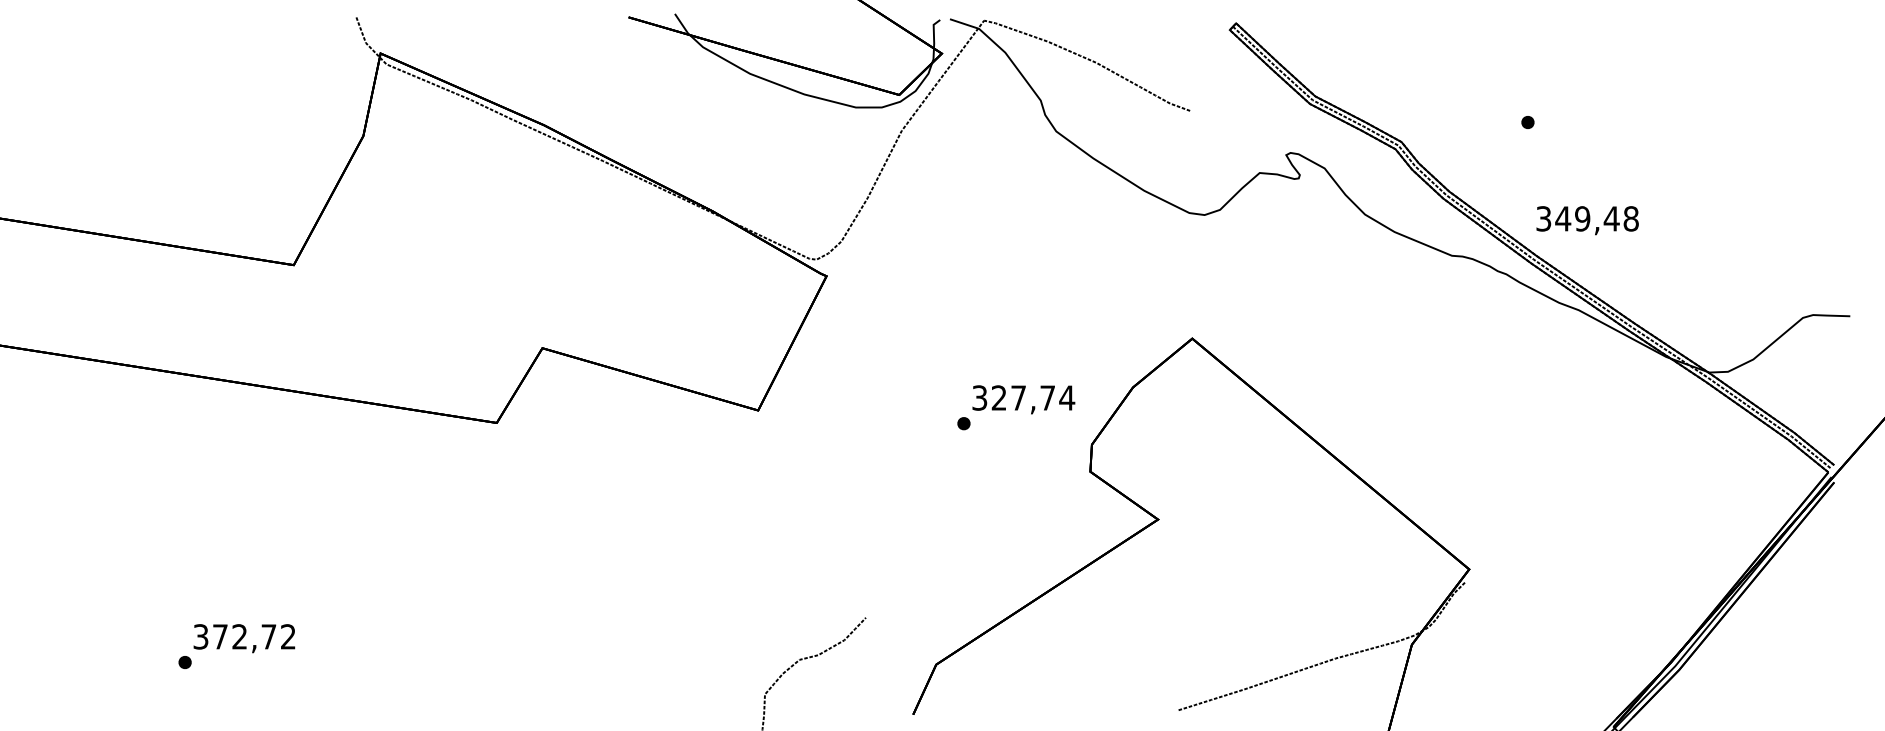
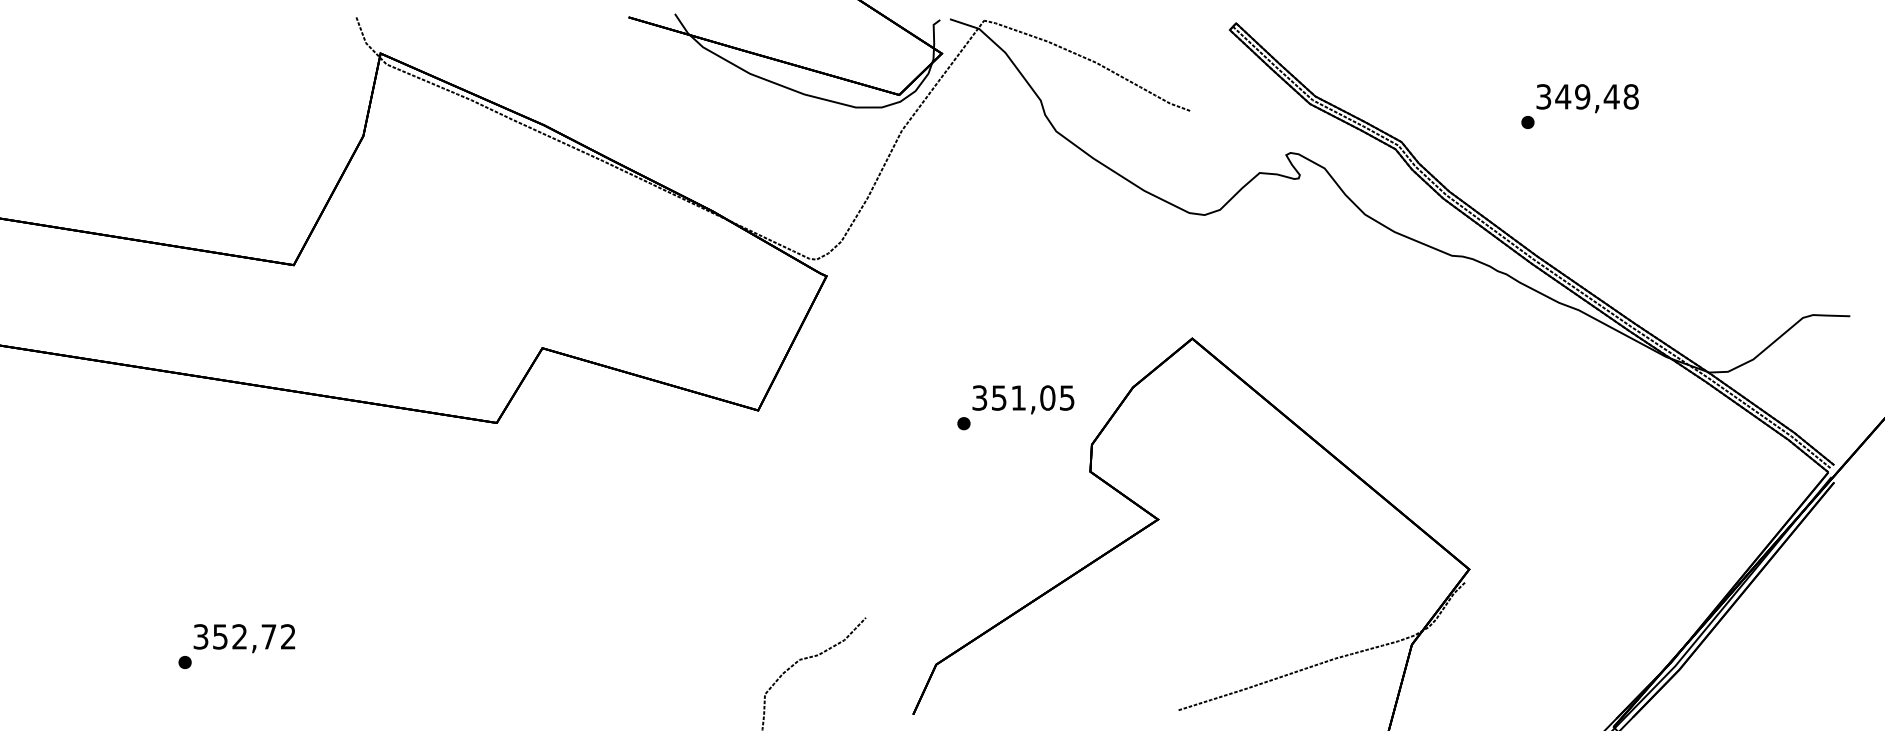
text at (1587, 220) position: (1587, 220) -> (1587, 98)
text at (1033, 397): 327,74 -> 351,05
text at (220, 636): 372,72 -> 352,72
